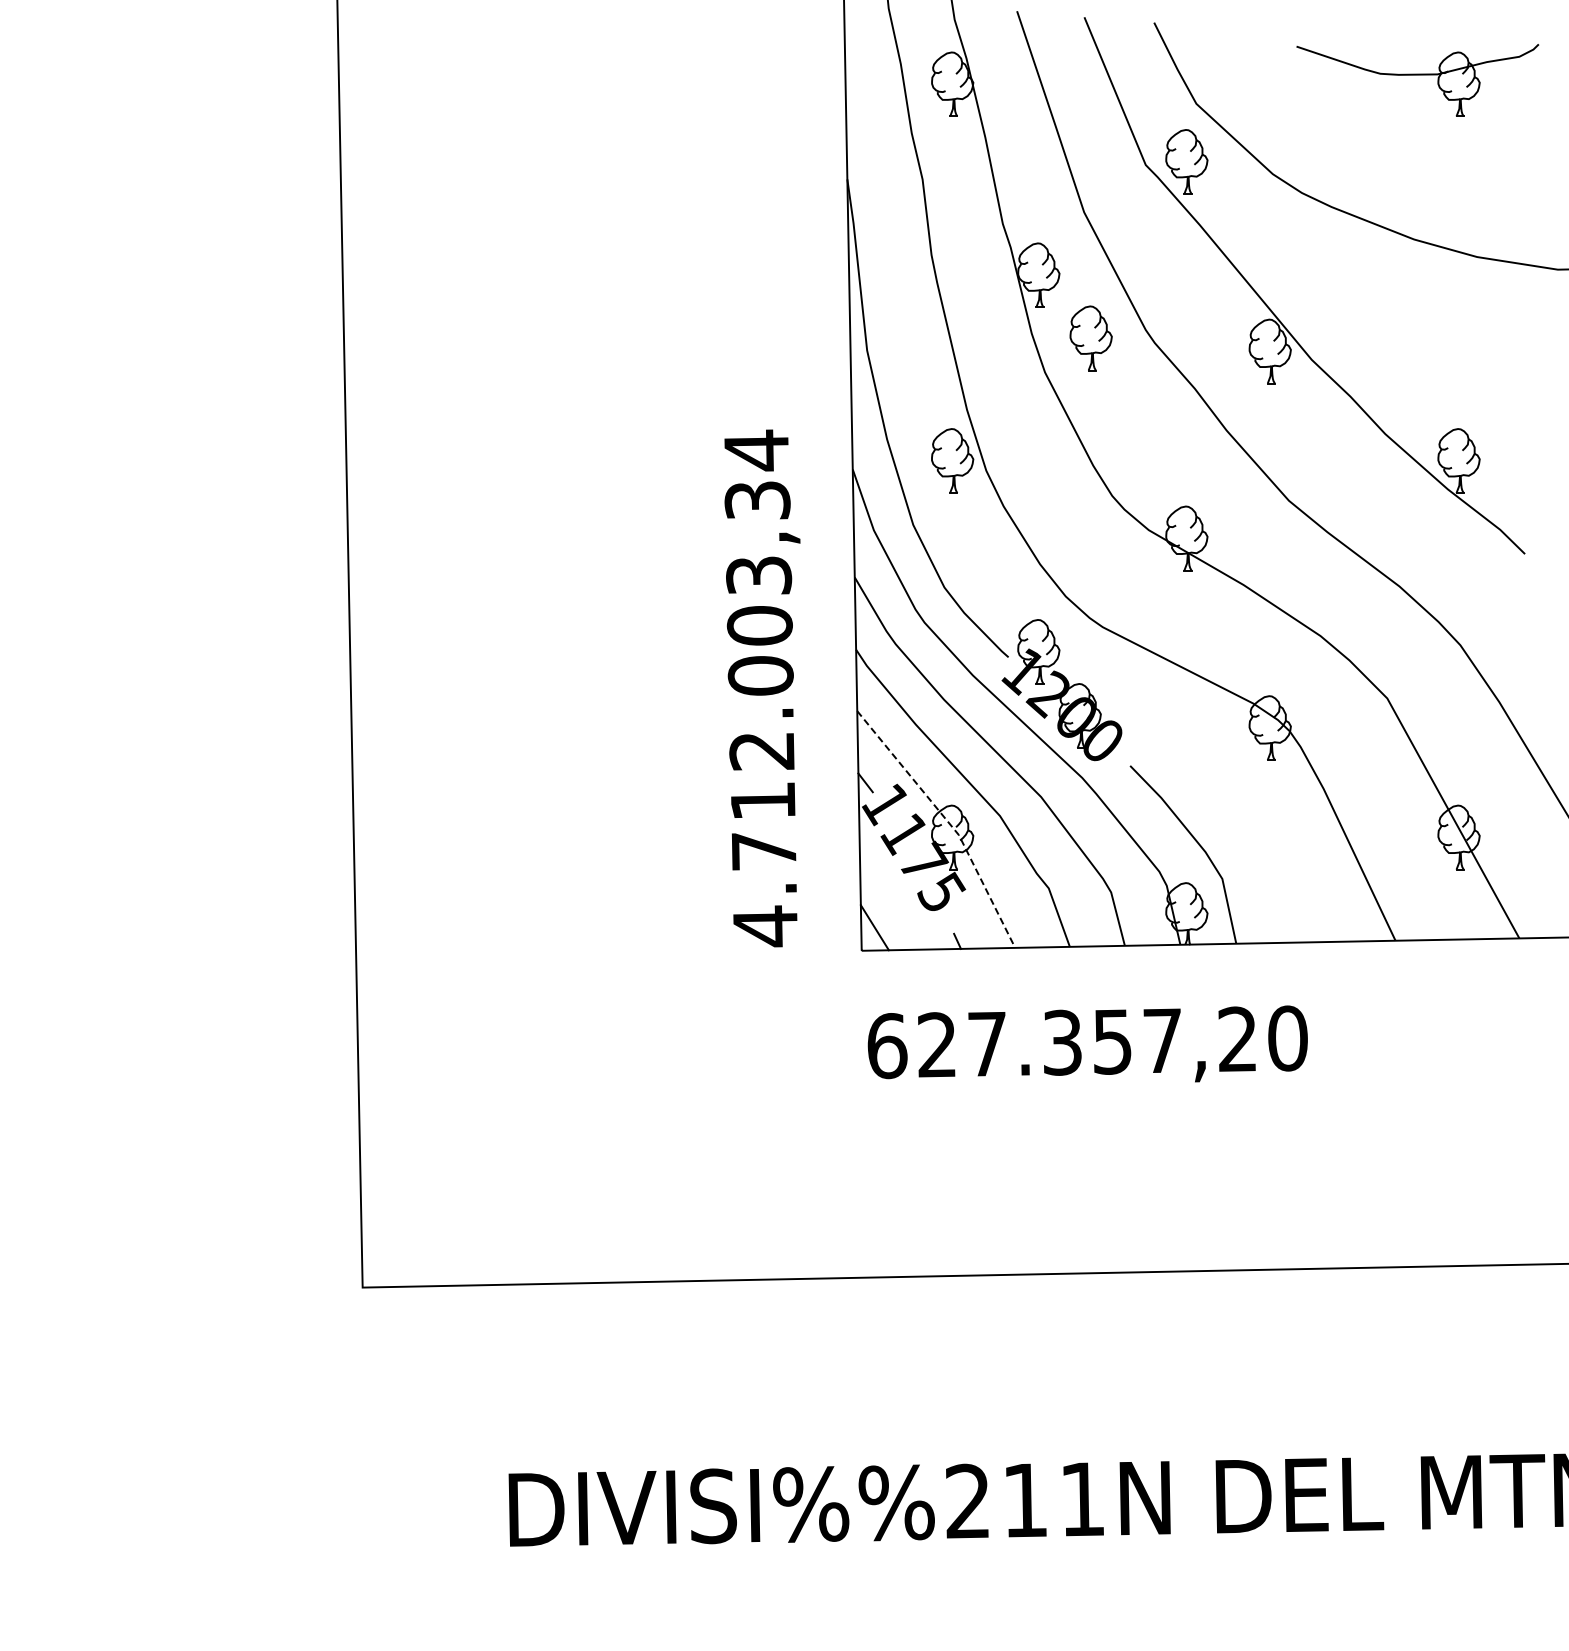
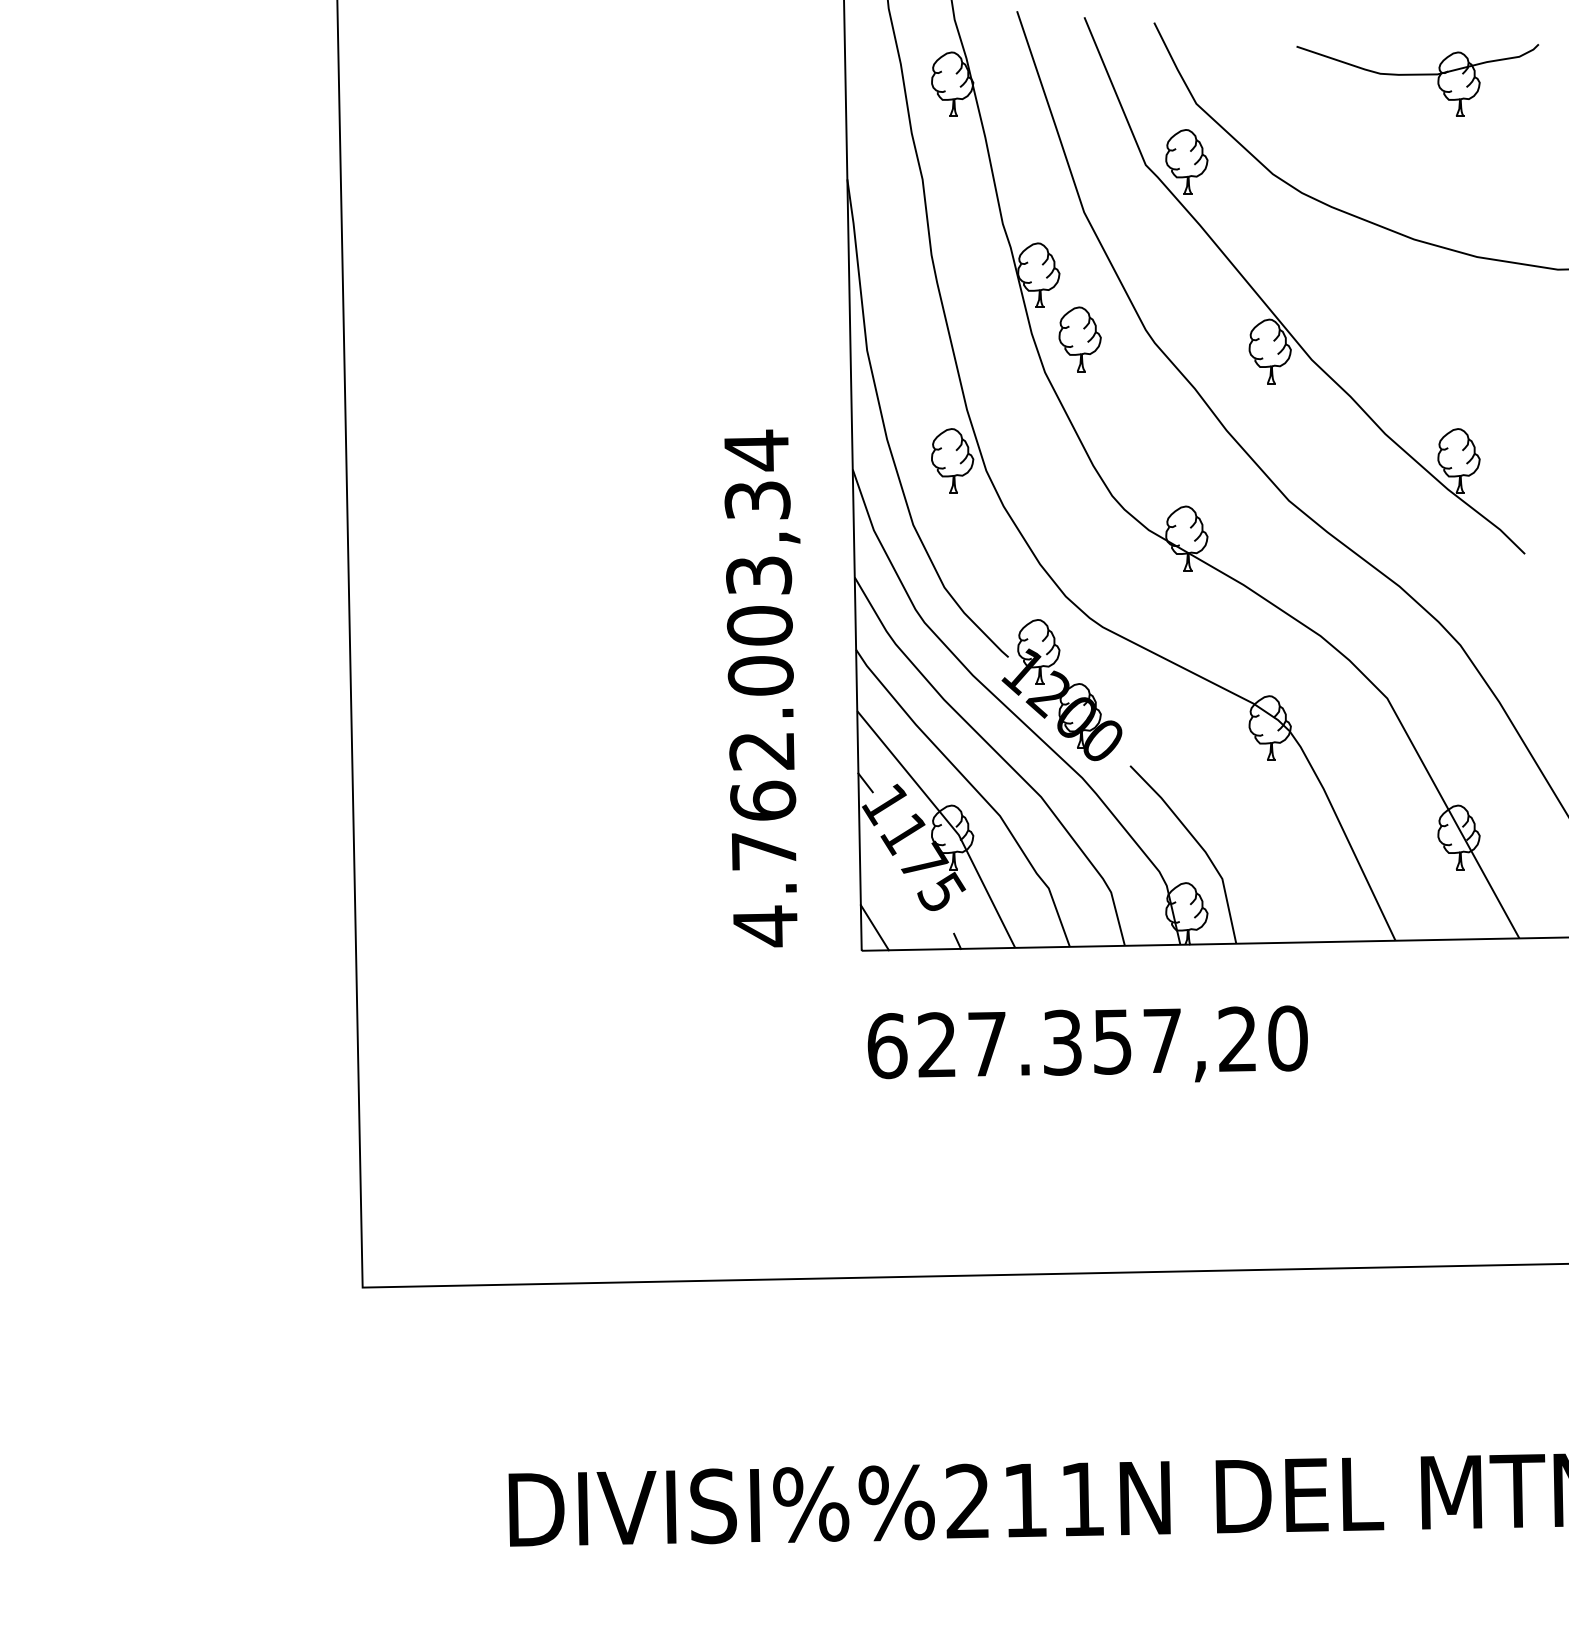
part at (1090, 338) position: (1090, 338) -> (1079, 339)
text at (763, 800): 4.712.003,34 -> 4.762.003,34
line at (948, 822): dashed -> solid
